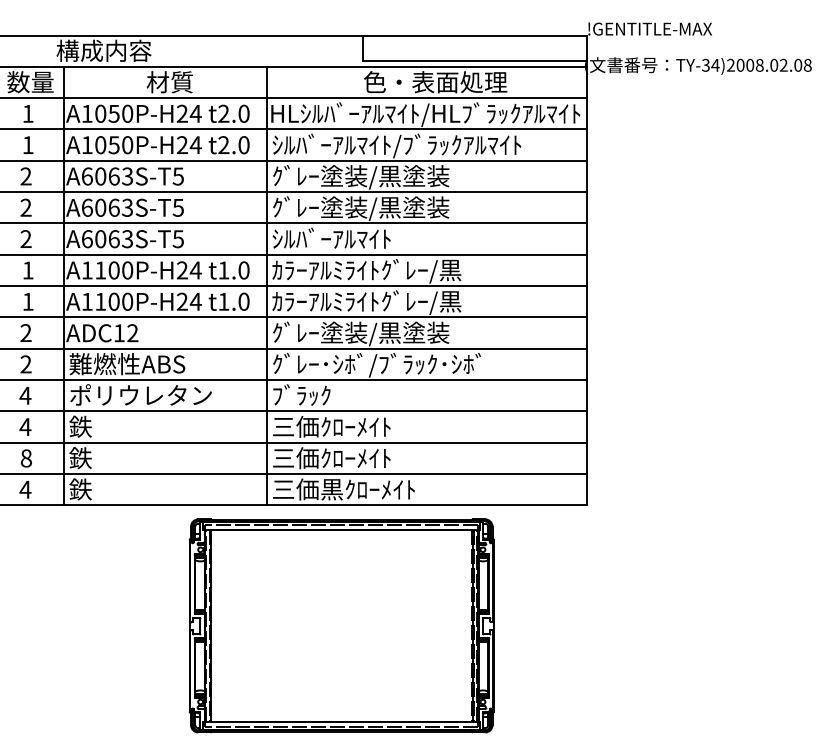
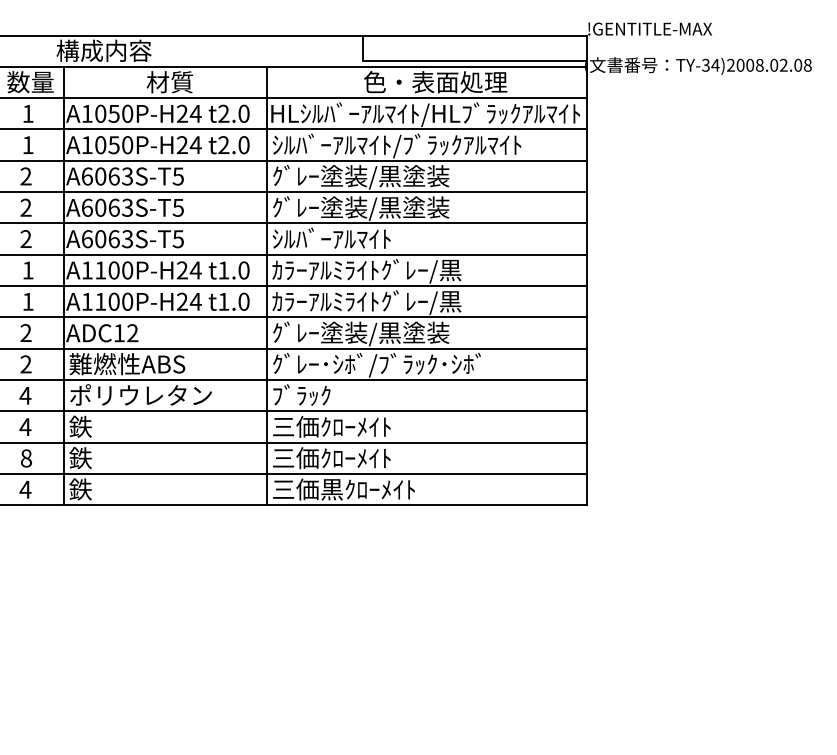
part at (341, 625): present -> none
